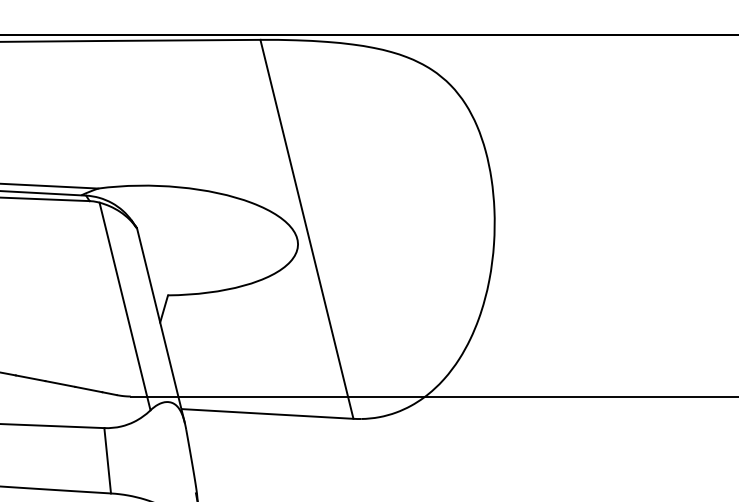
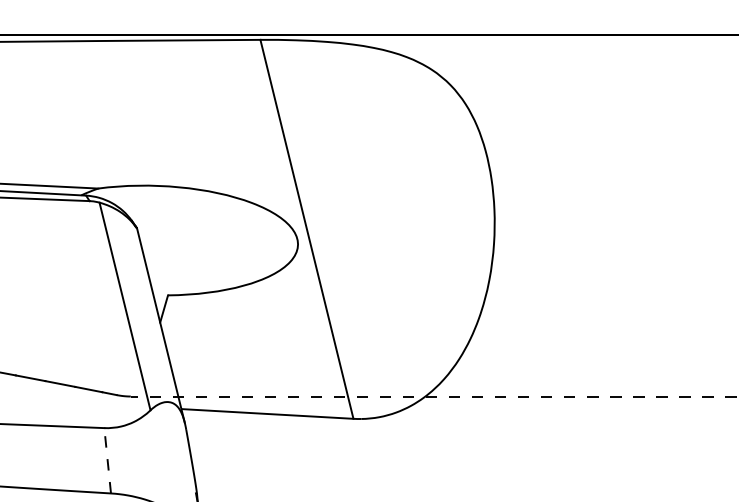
line at (434, 396): solid -> dashed
line at (107, 460): solid -> dashed
